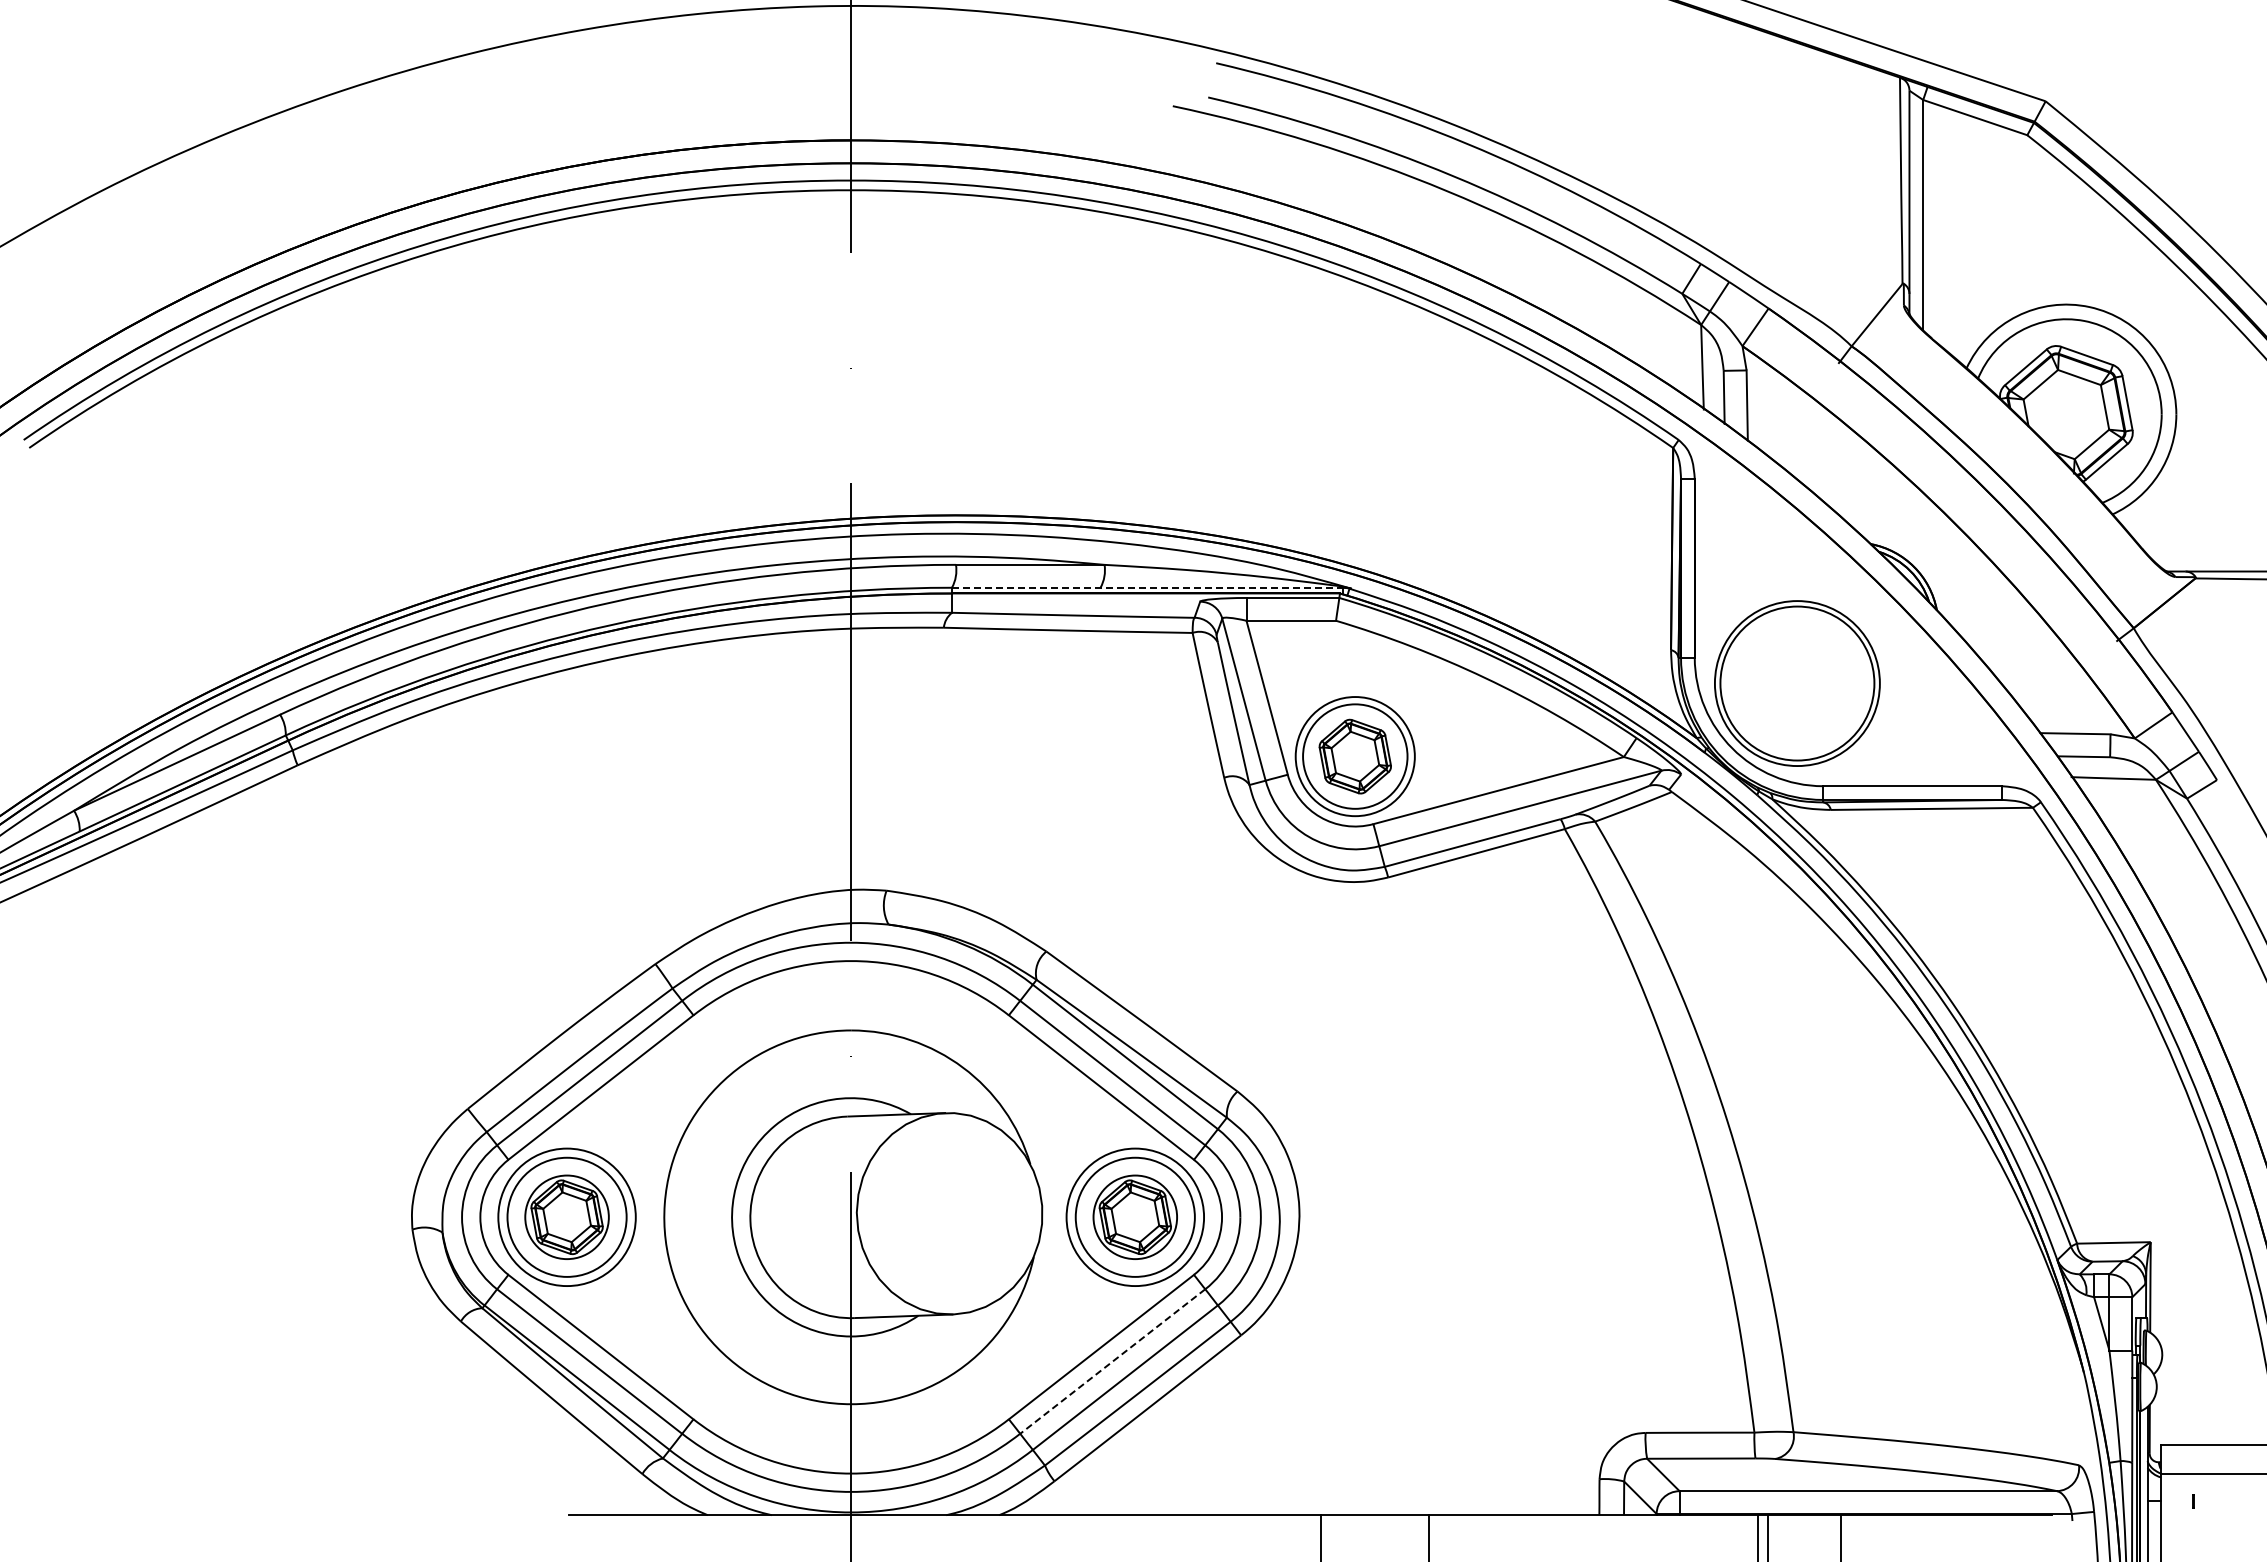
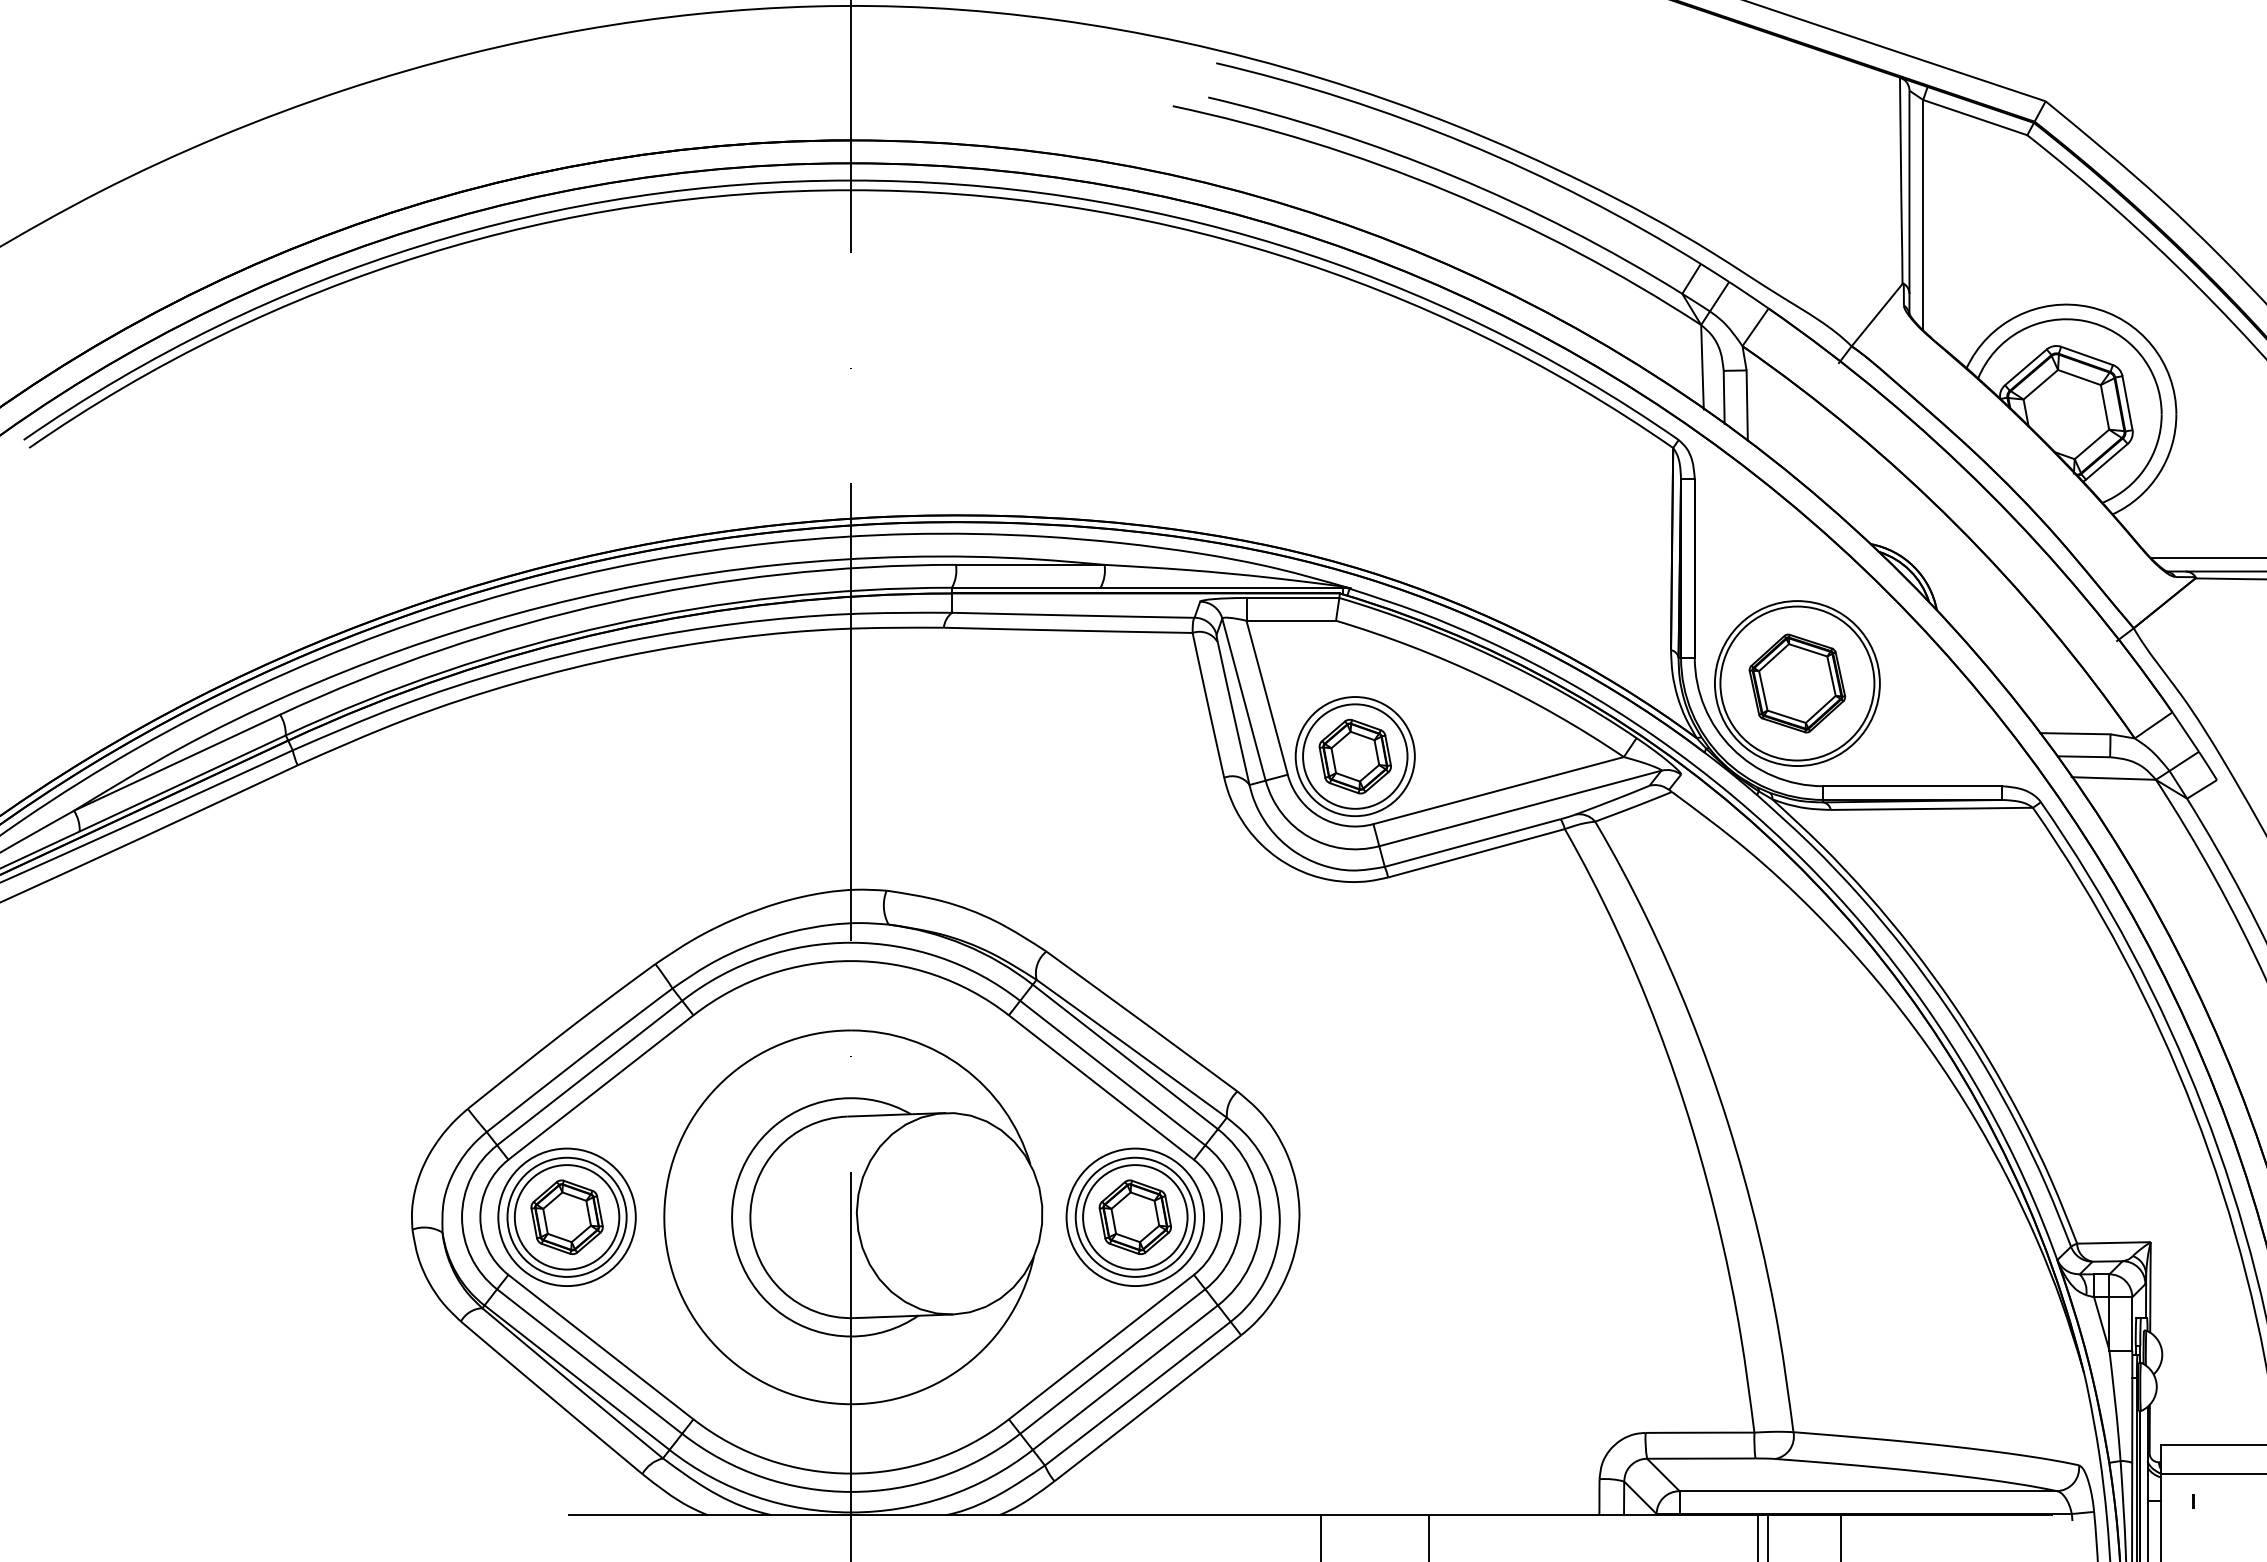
line at (2206, 557): none -> present
line at (1147, 587): dashed -> solid
part at (1797, 683): none -> present
circle at (566, 1217) diameter: 84 px -> 104 px
circle at (1135, 1217) diameter: 84 px -> 104 px
line at (1112, 1361): dashed -> solid
